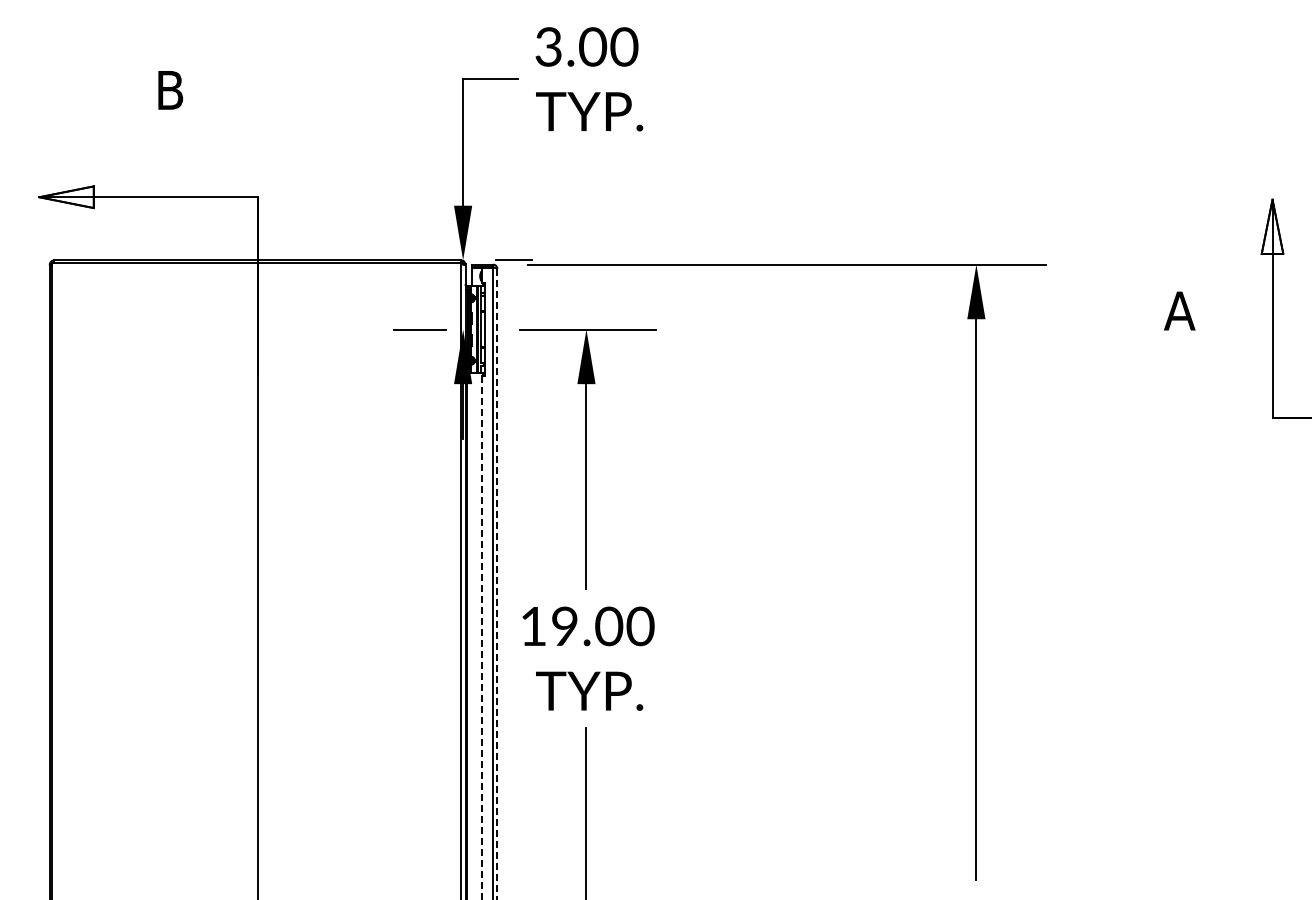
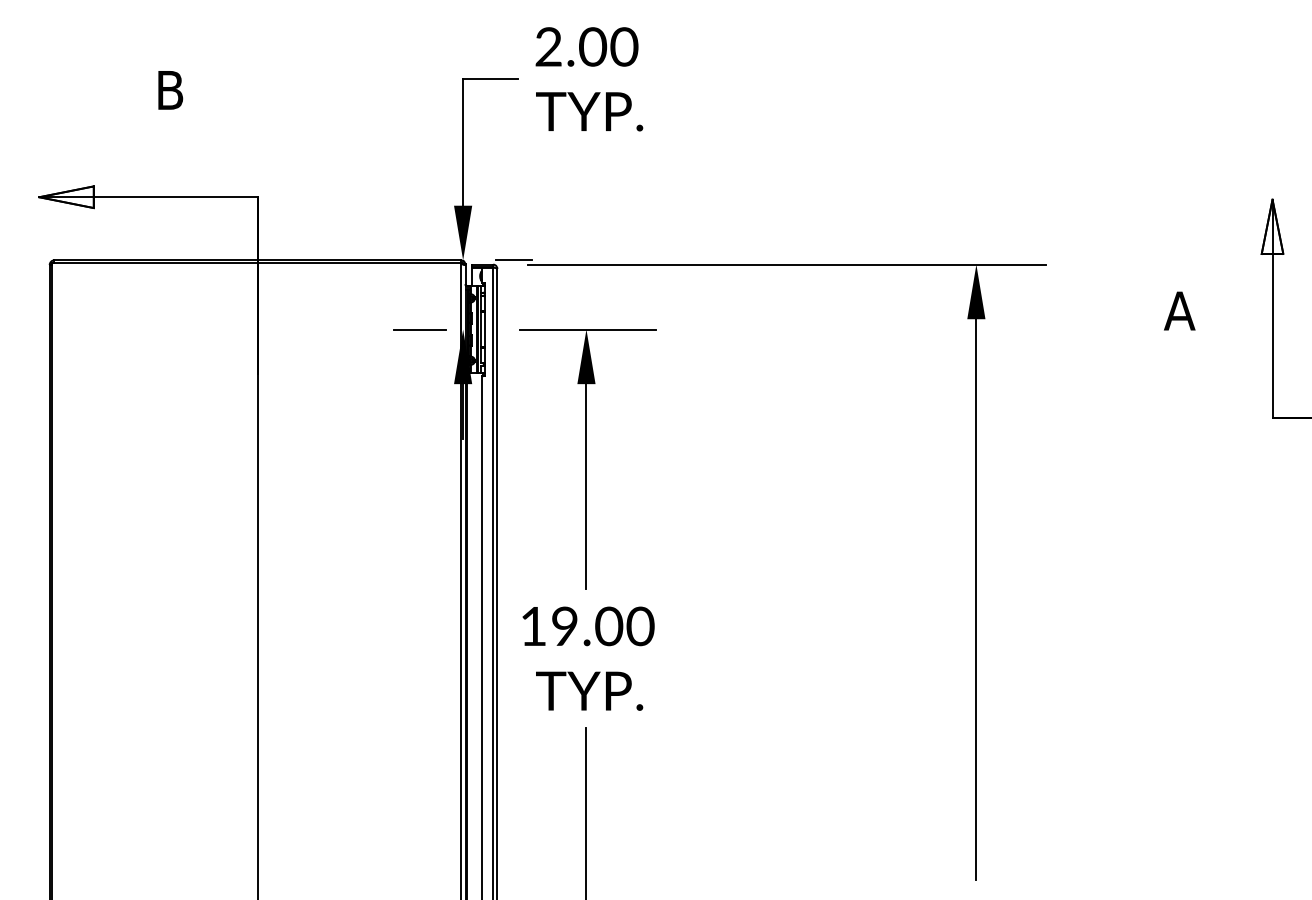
text at (548, 47): 3.00 -> 2.00
line at (497, 584): dashed -> solid
line at (481, 637): dashed -> solid
